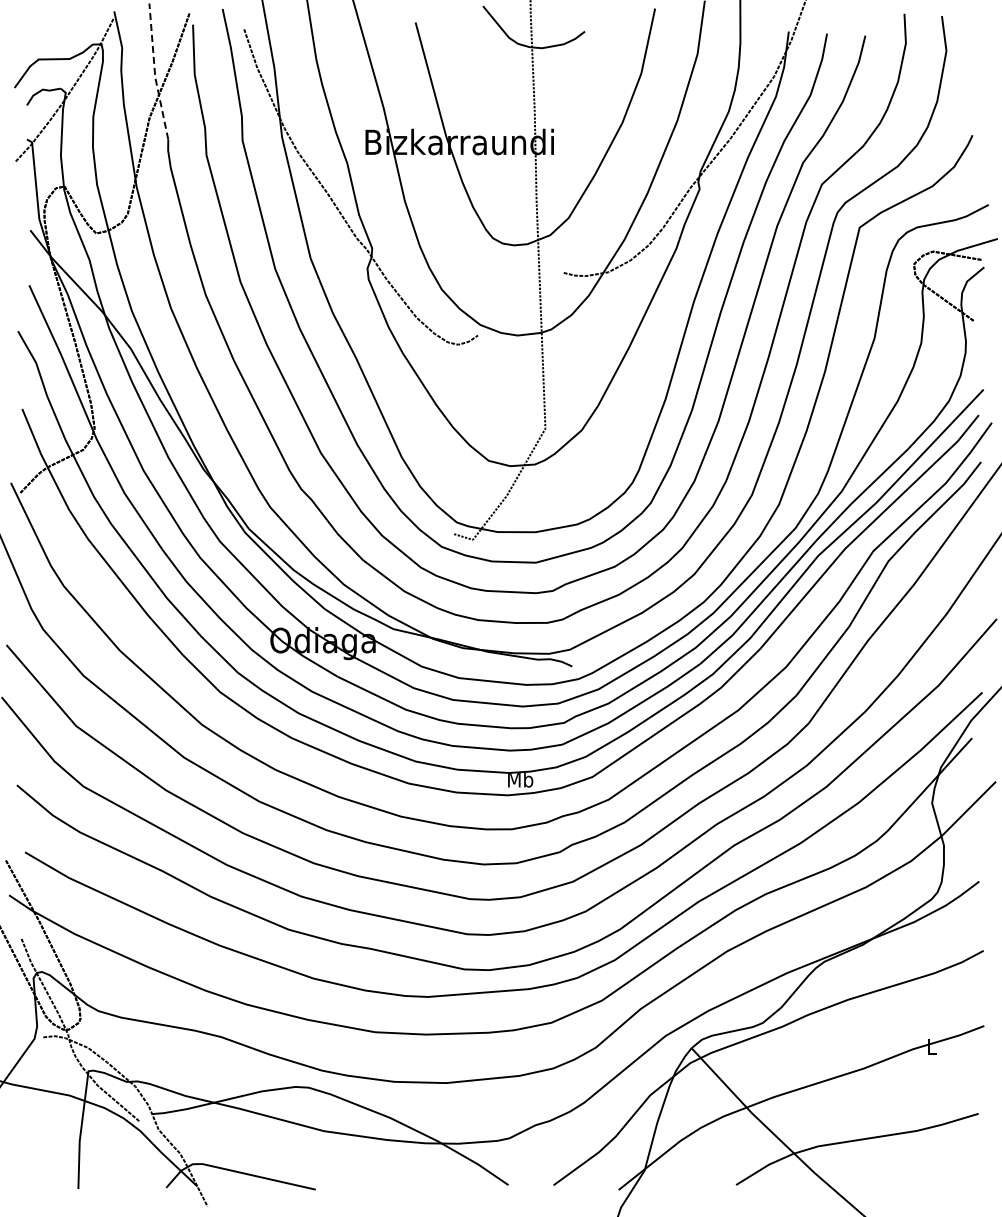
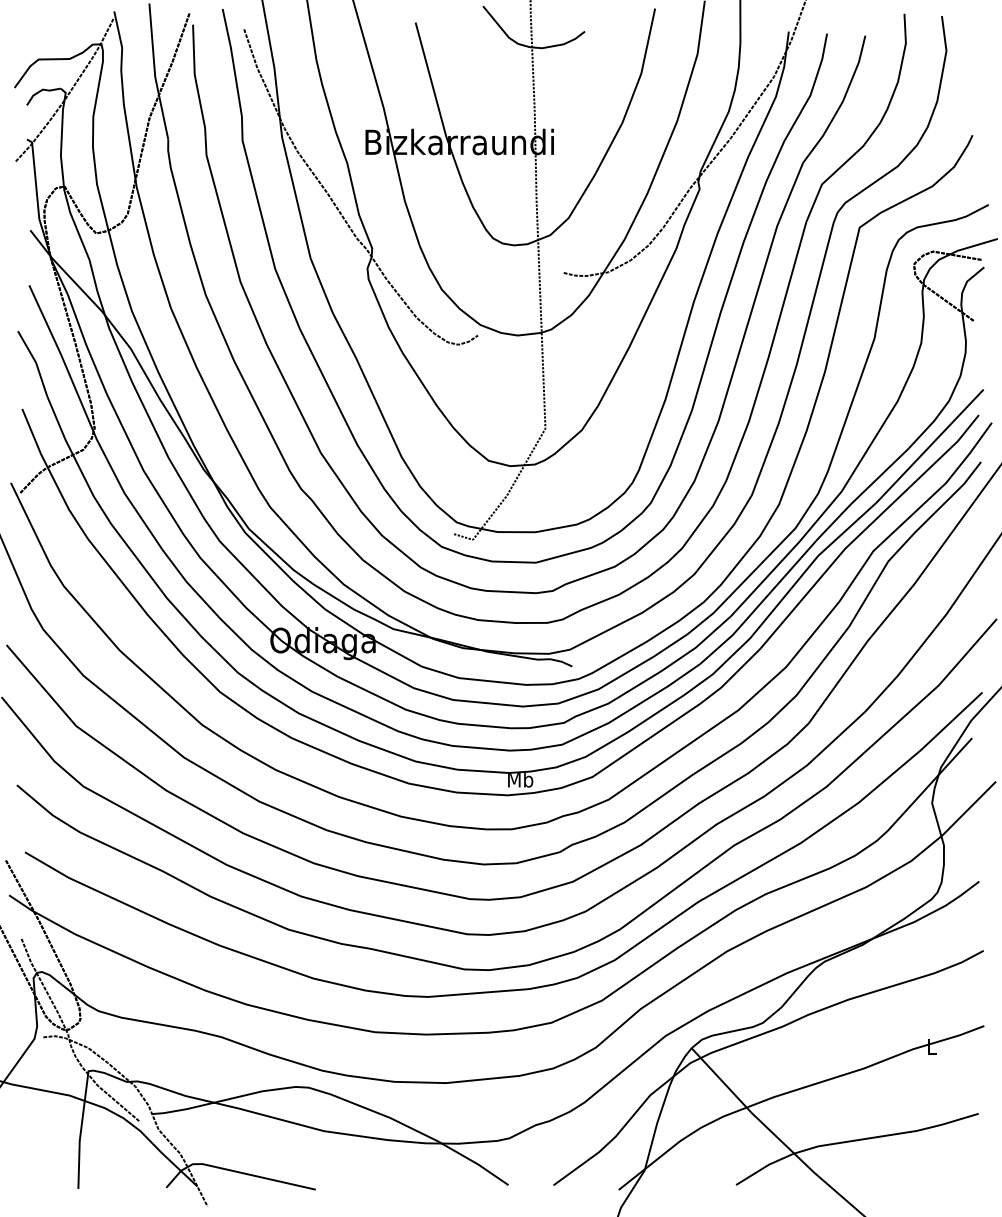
line at (154, 72): dashed -> solid
